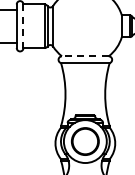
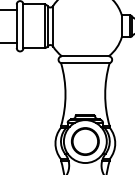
line at (23, 26): dashed -> solid
line at (84, 56): dashed -> solid
